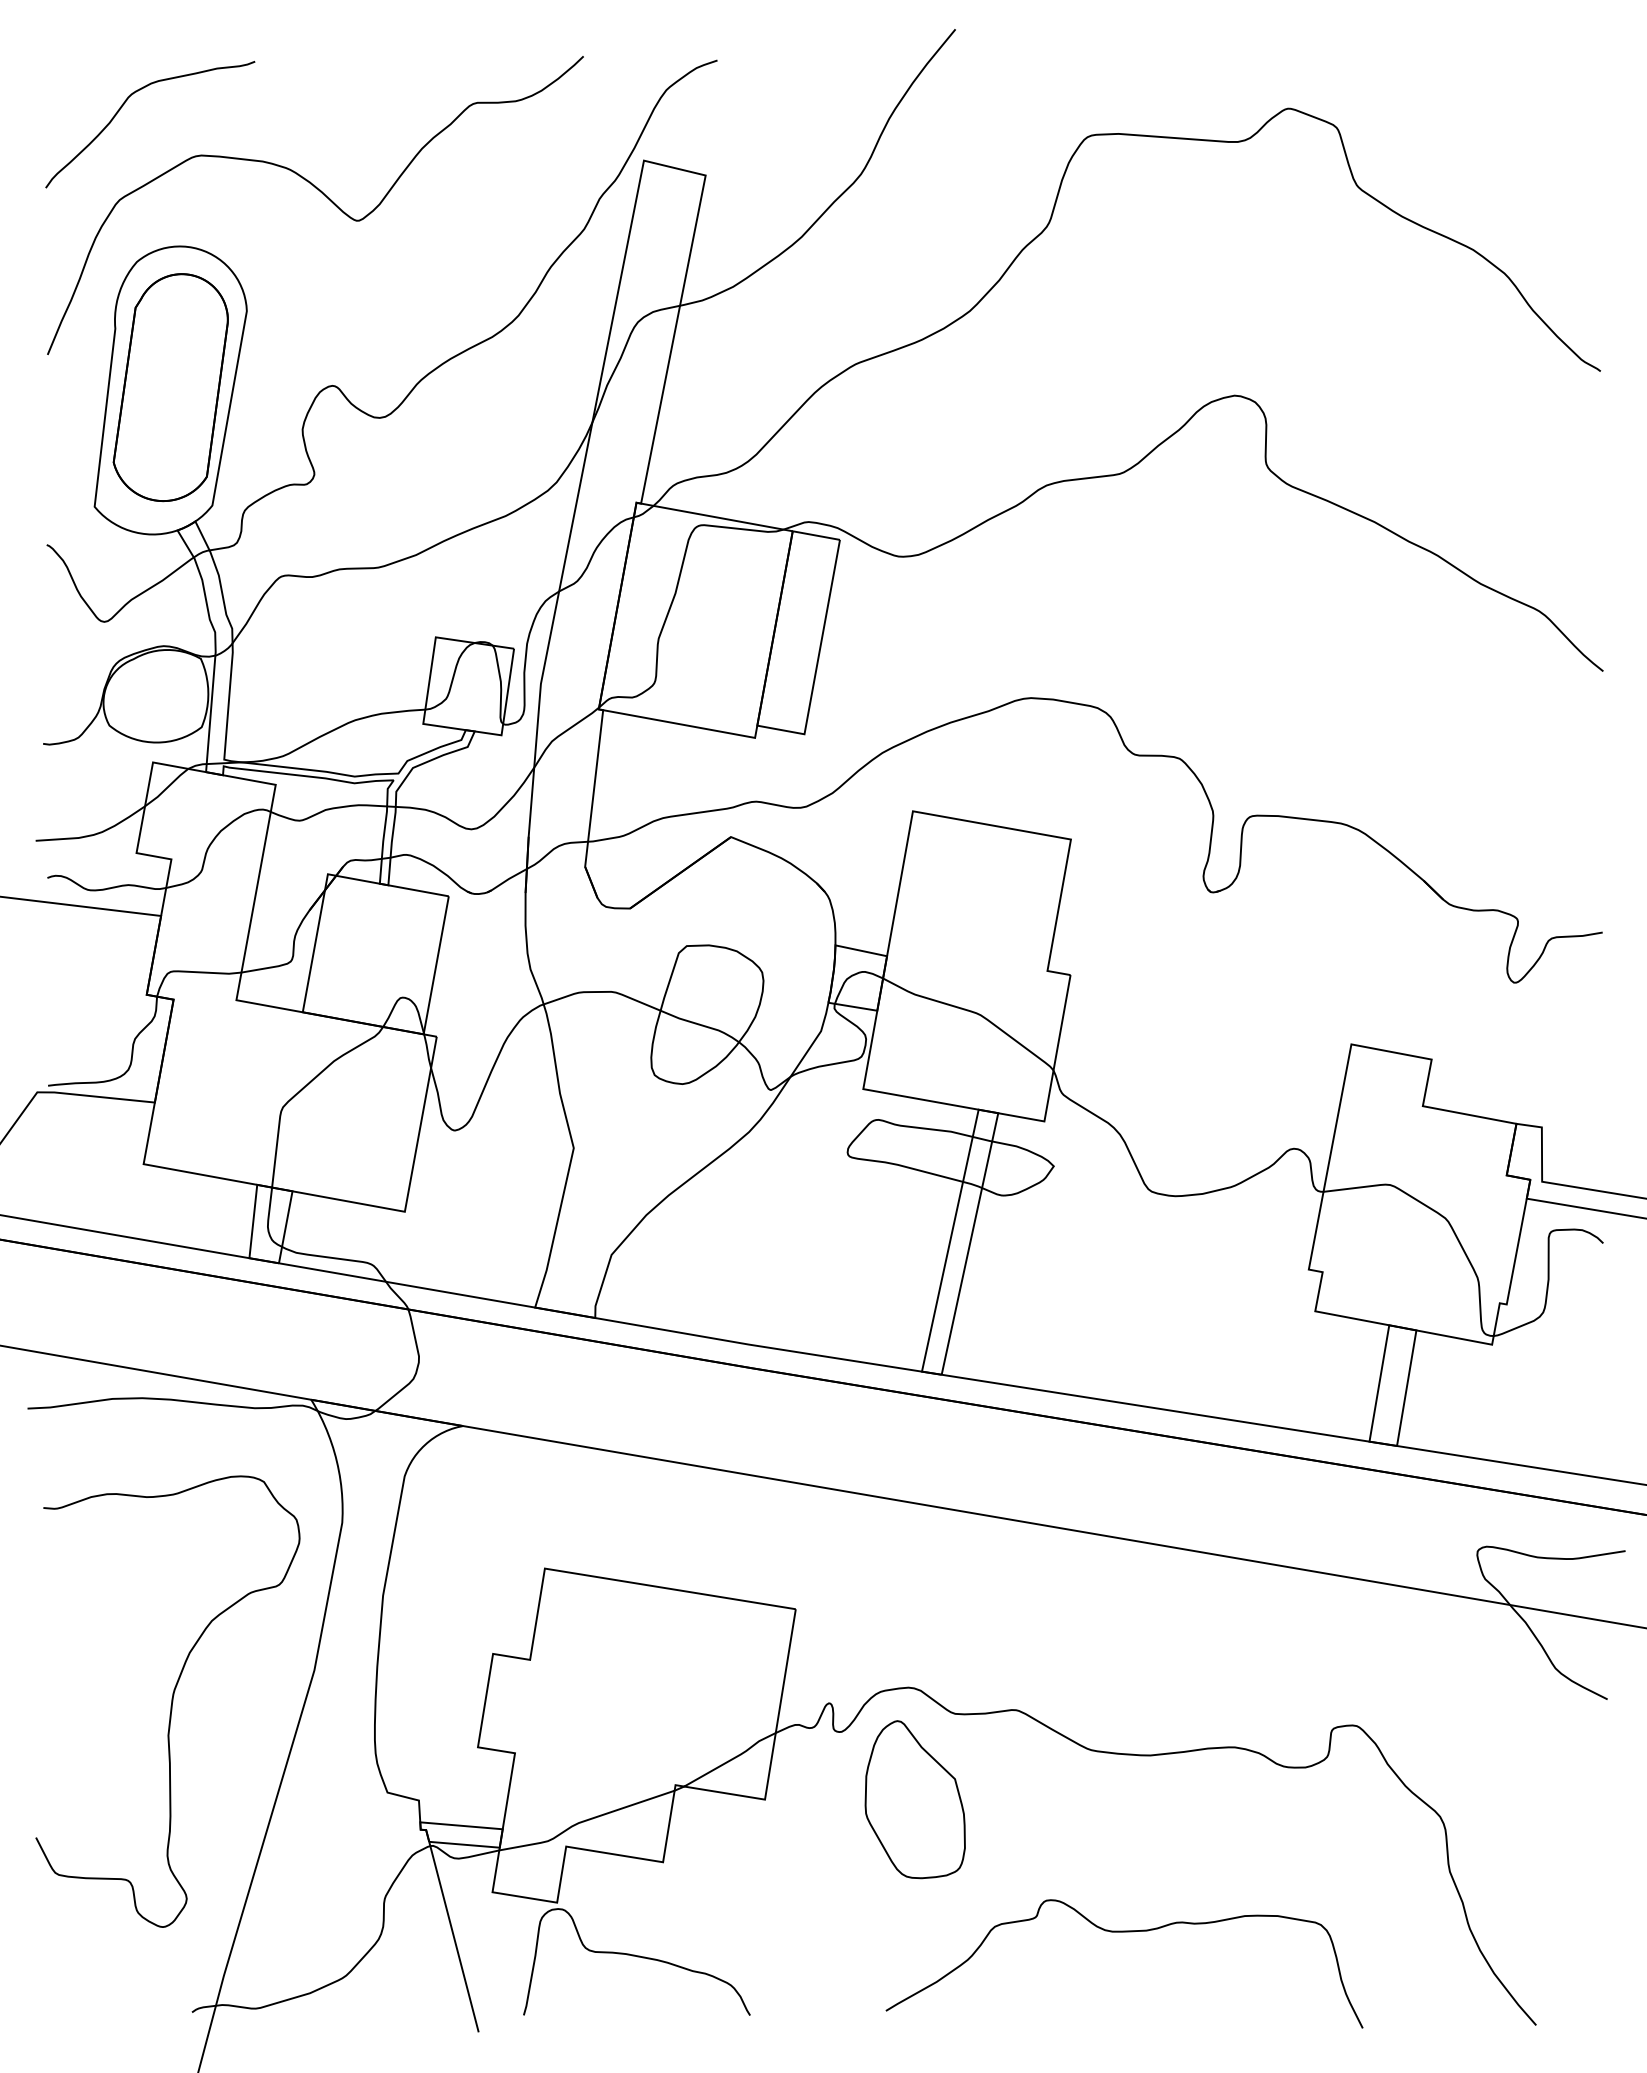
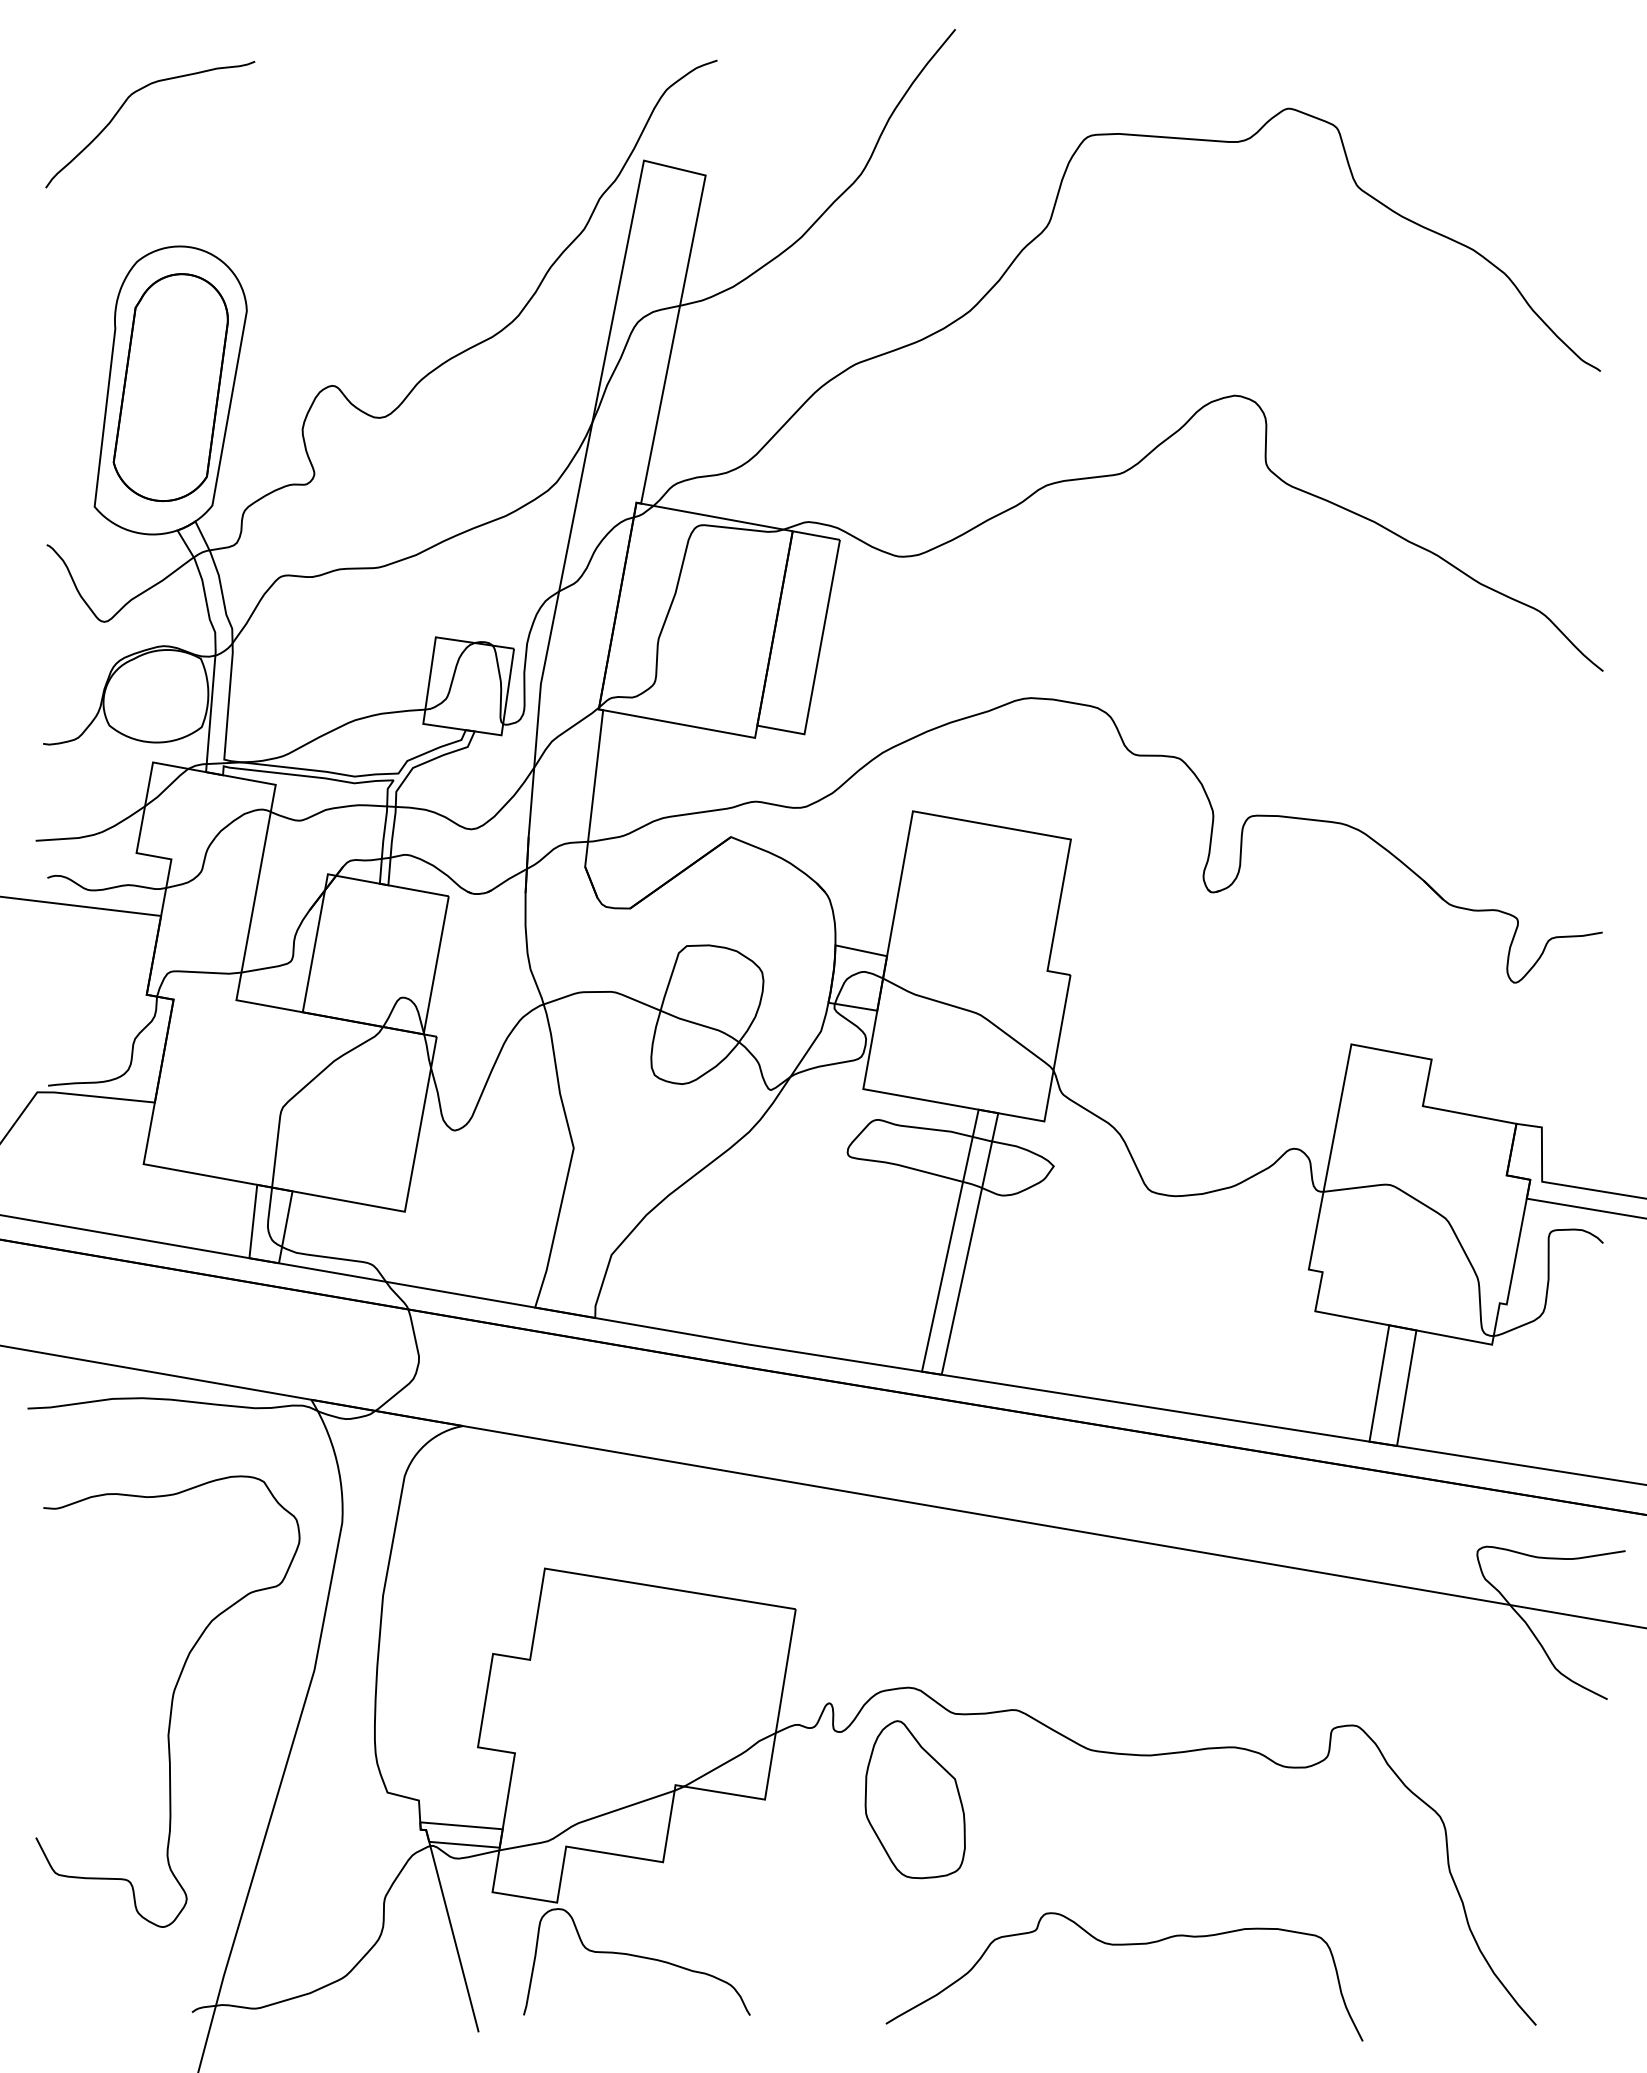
curve at (323, 195): present -> none
curve at (1124, 1932) position: (1124, 1932) -> (1124, 1945)
